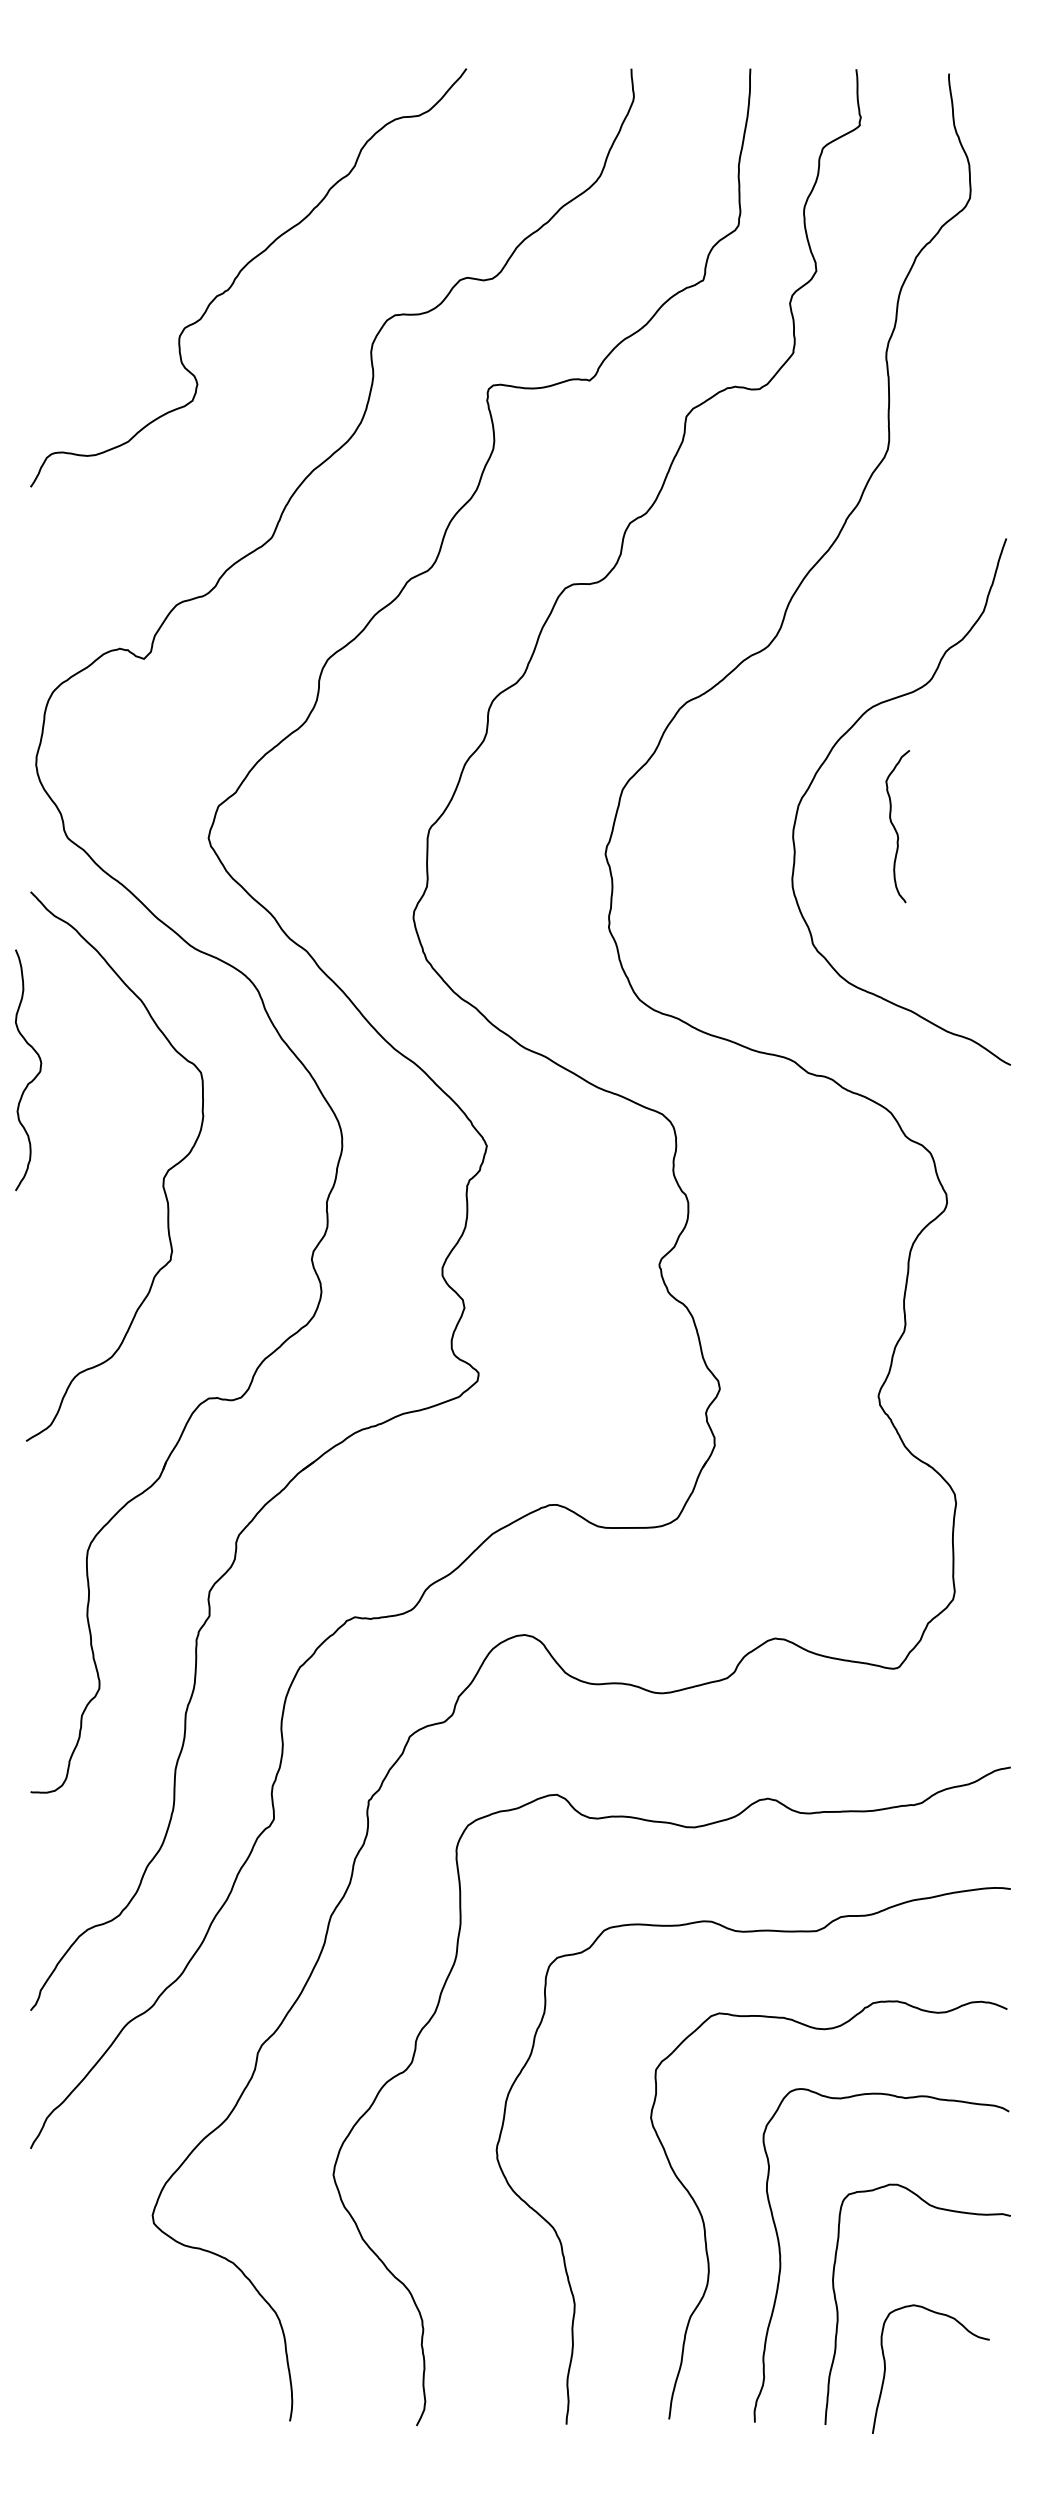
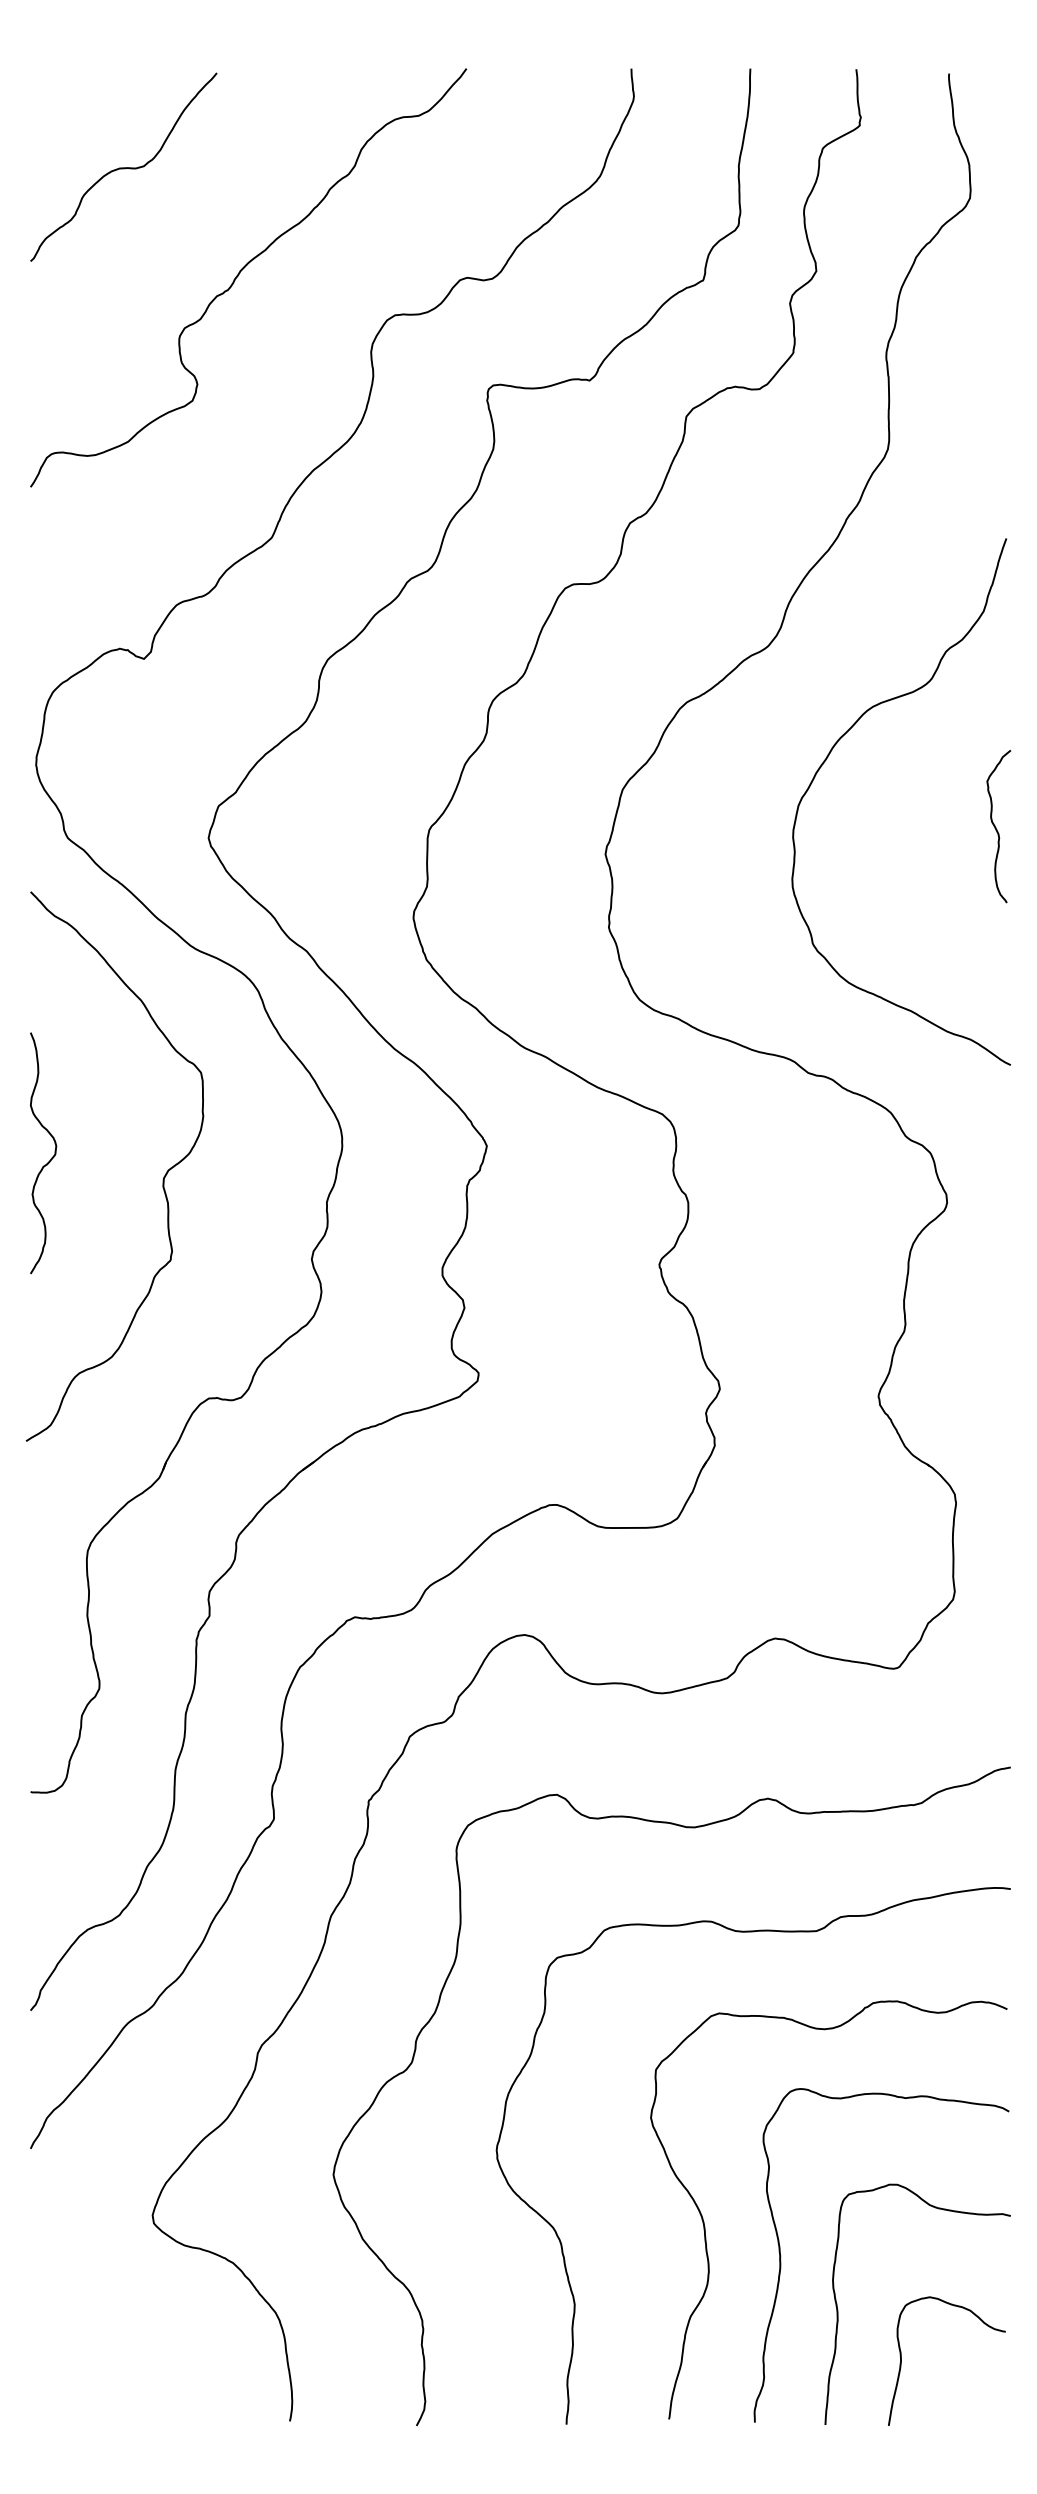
curve at (123, 167): none -> present
curve at (895, 827) position: (895, 827) -> (996, 827)
curve at (35, 1075) position: (35, 1075) -> (50, 1158)
curve at (885, 2368) position: (885, 2368) -> (901, 2360)
